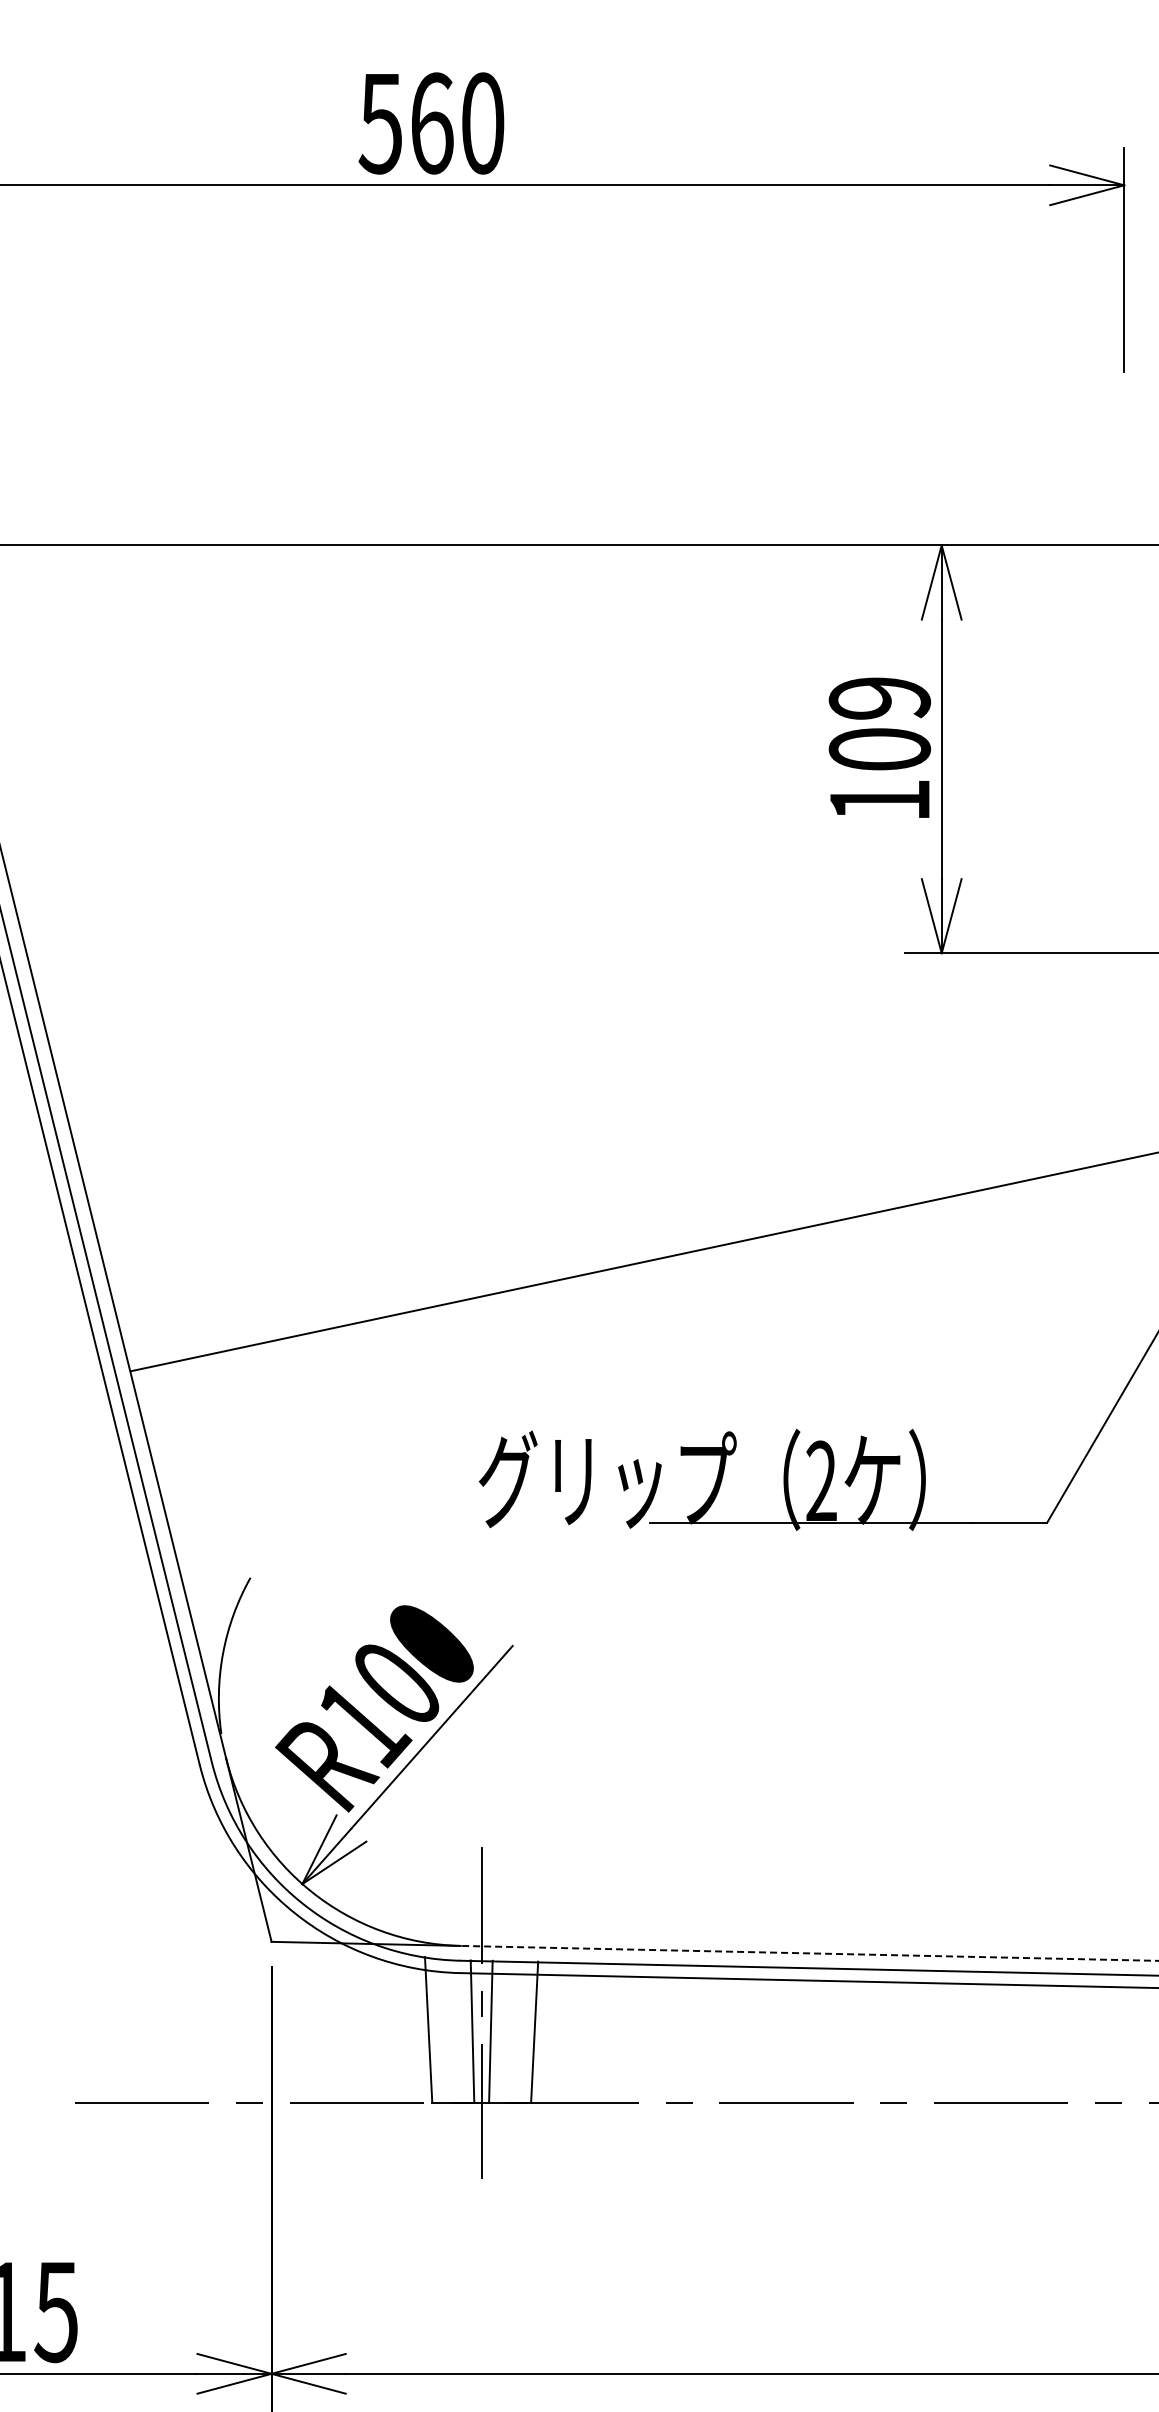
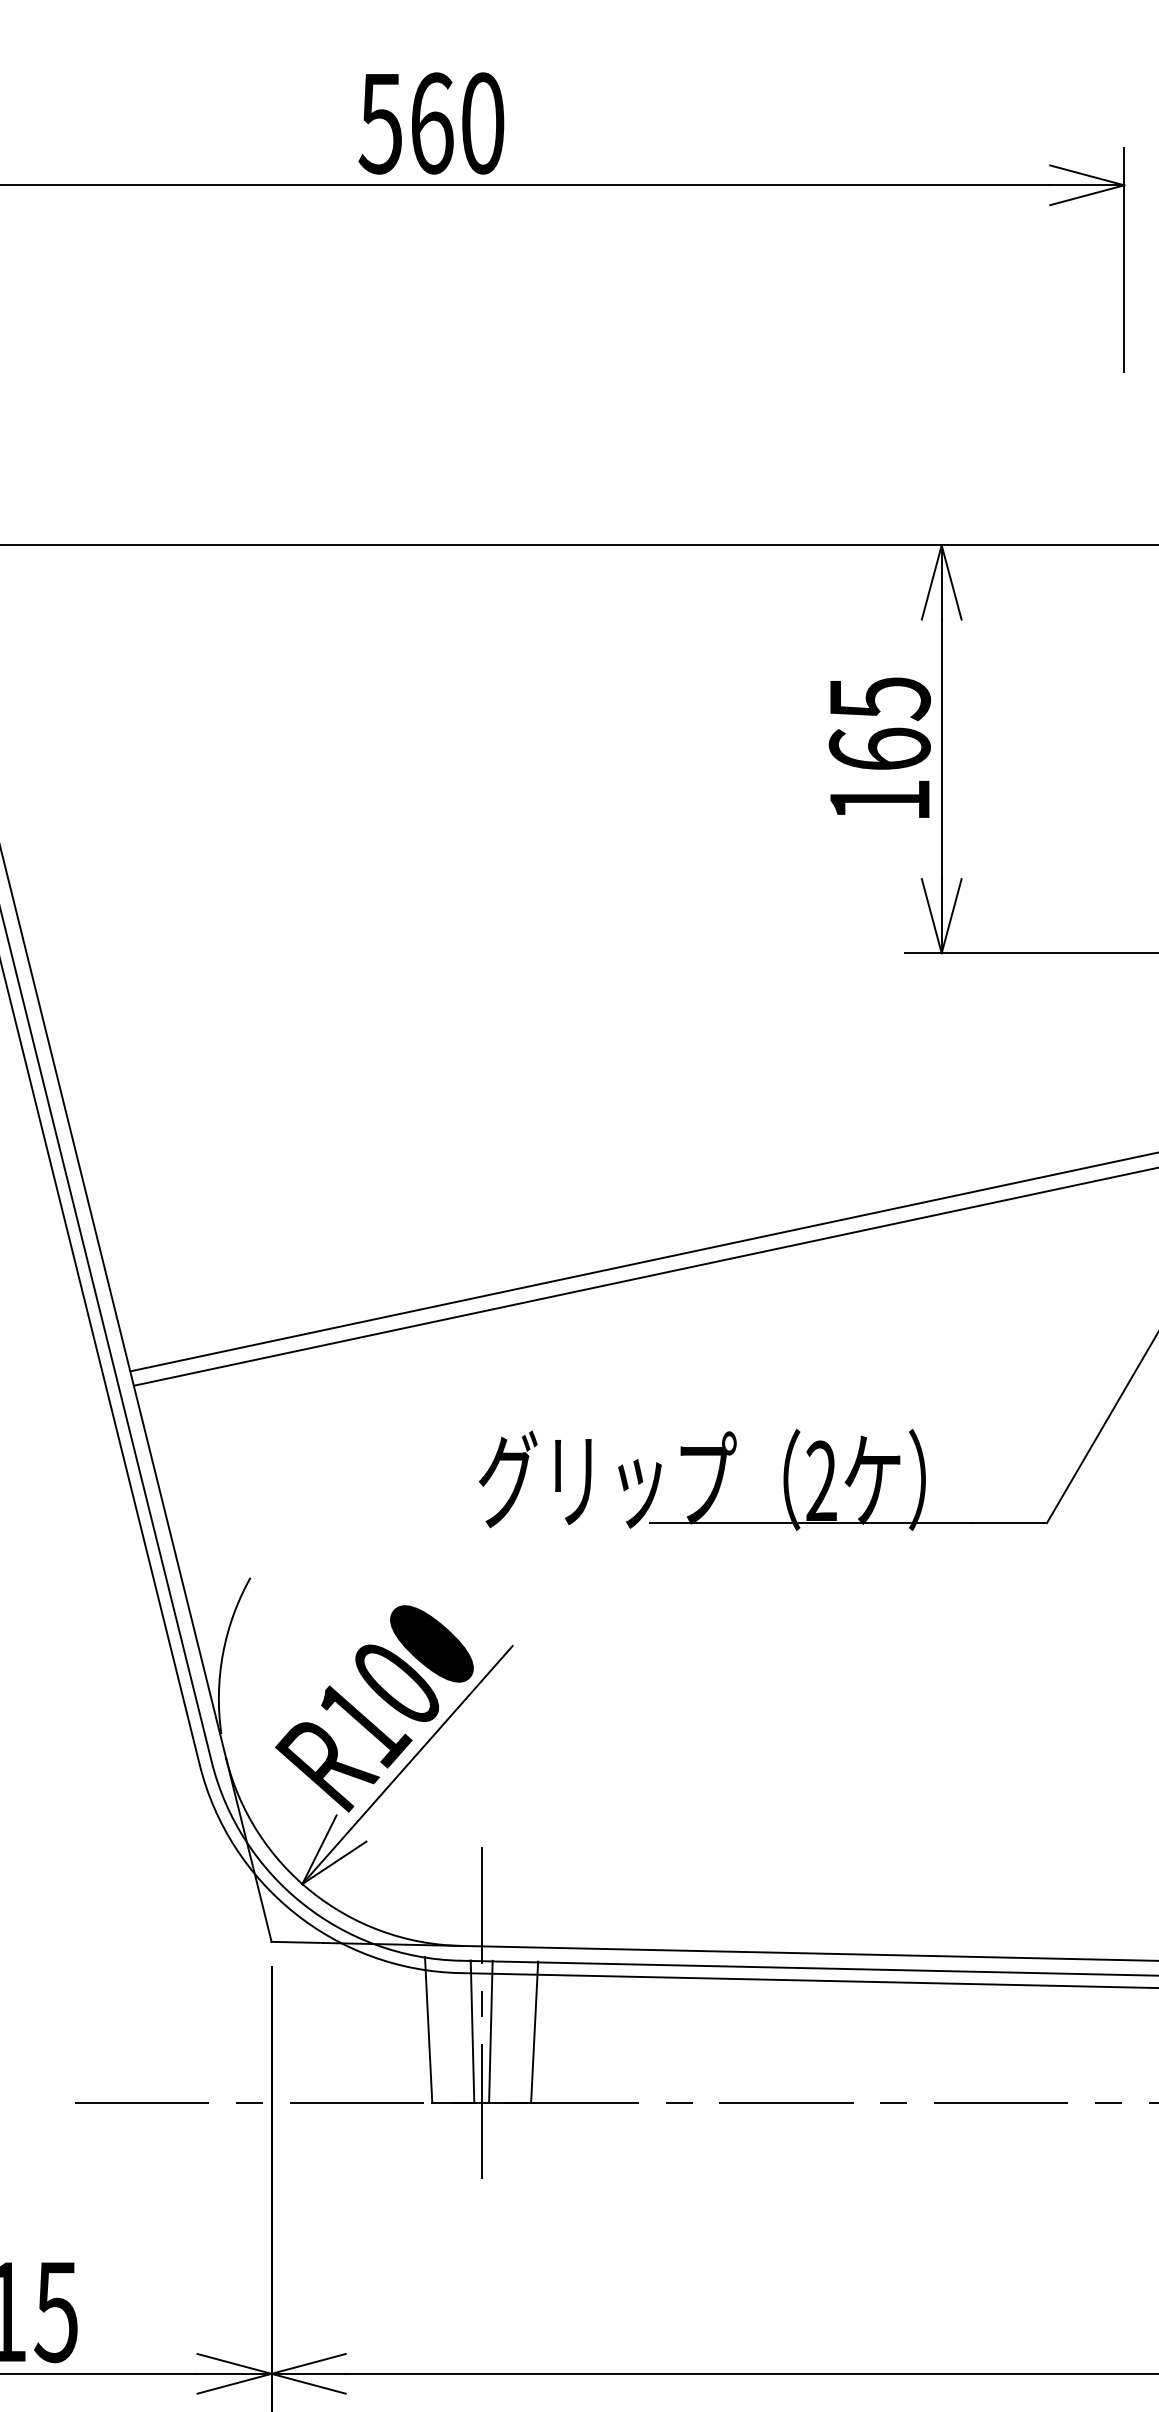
text at (879, 723): 109 -> 165
line at (644, 1276): none -> present
line at (809, 1953): dashed -> solid
